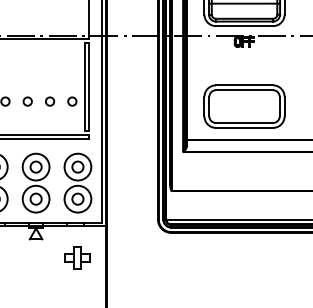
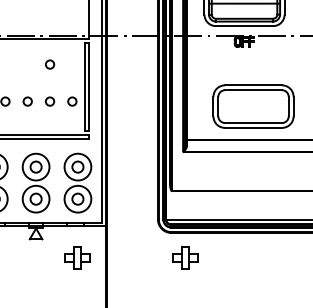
circle at (50, 64): none -> present
part at (244, 106) position: (244, 106) -> (253, 106)
part at (185, 257): none -> present
